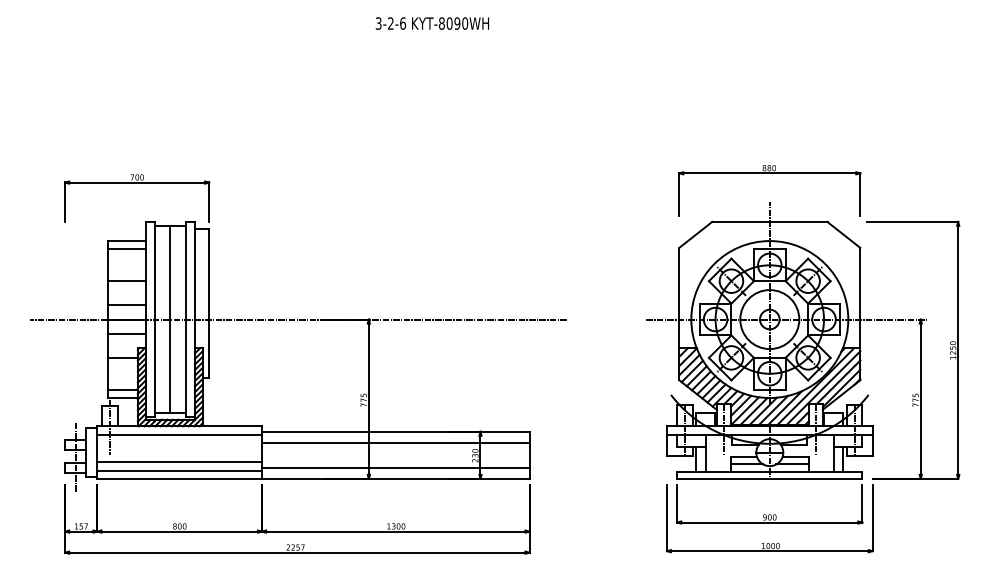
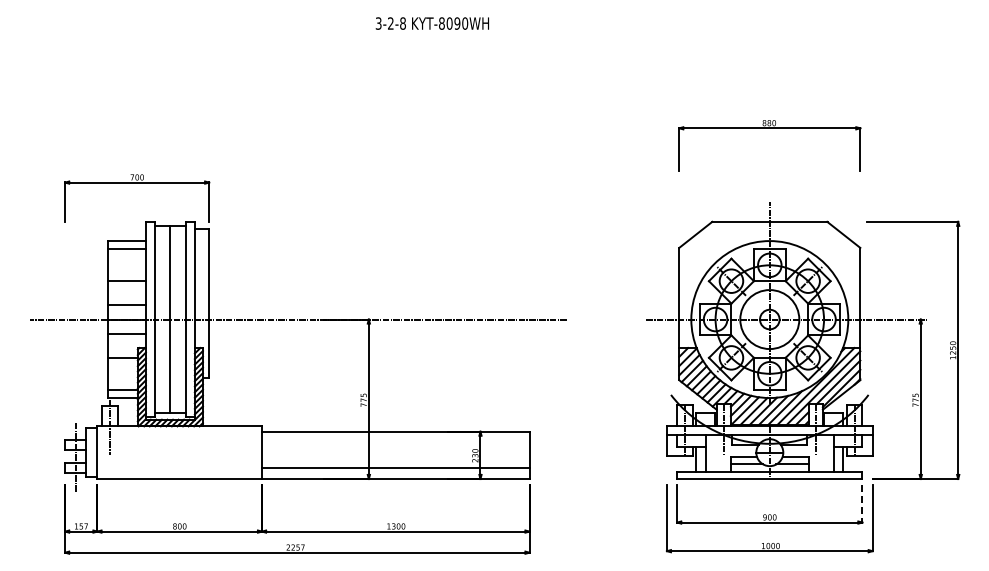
text at (403, 23): 3-2-6 -> 3-2-8
part at (769, 173) position: (769, 173) -> (769, 128)
line at (179, 434): present -> none
line at (395, 442): present -> none
line at (179, 461): present -> none
line at (179, 470): present -> none
line at (862, 504): solid -> dashed
